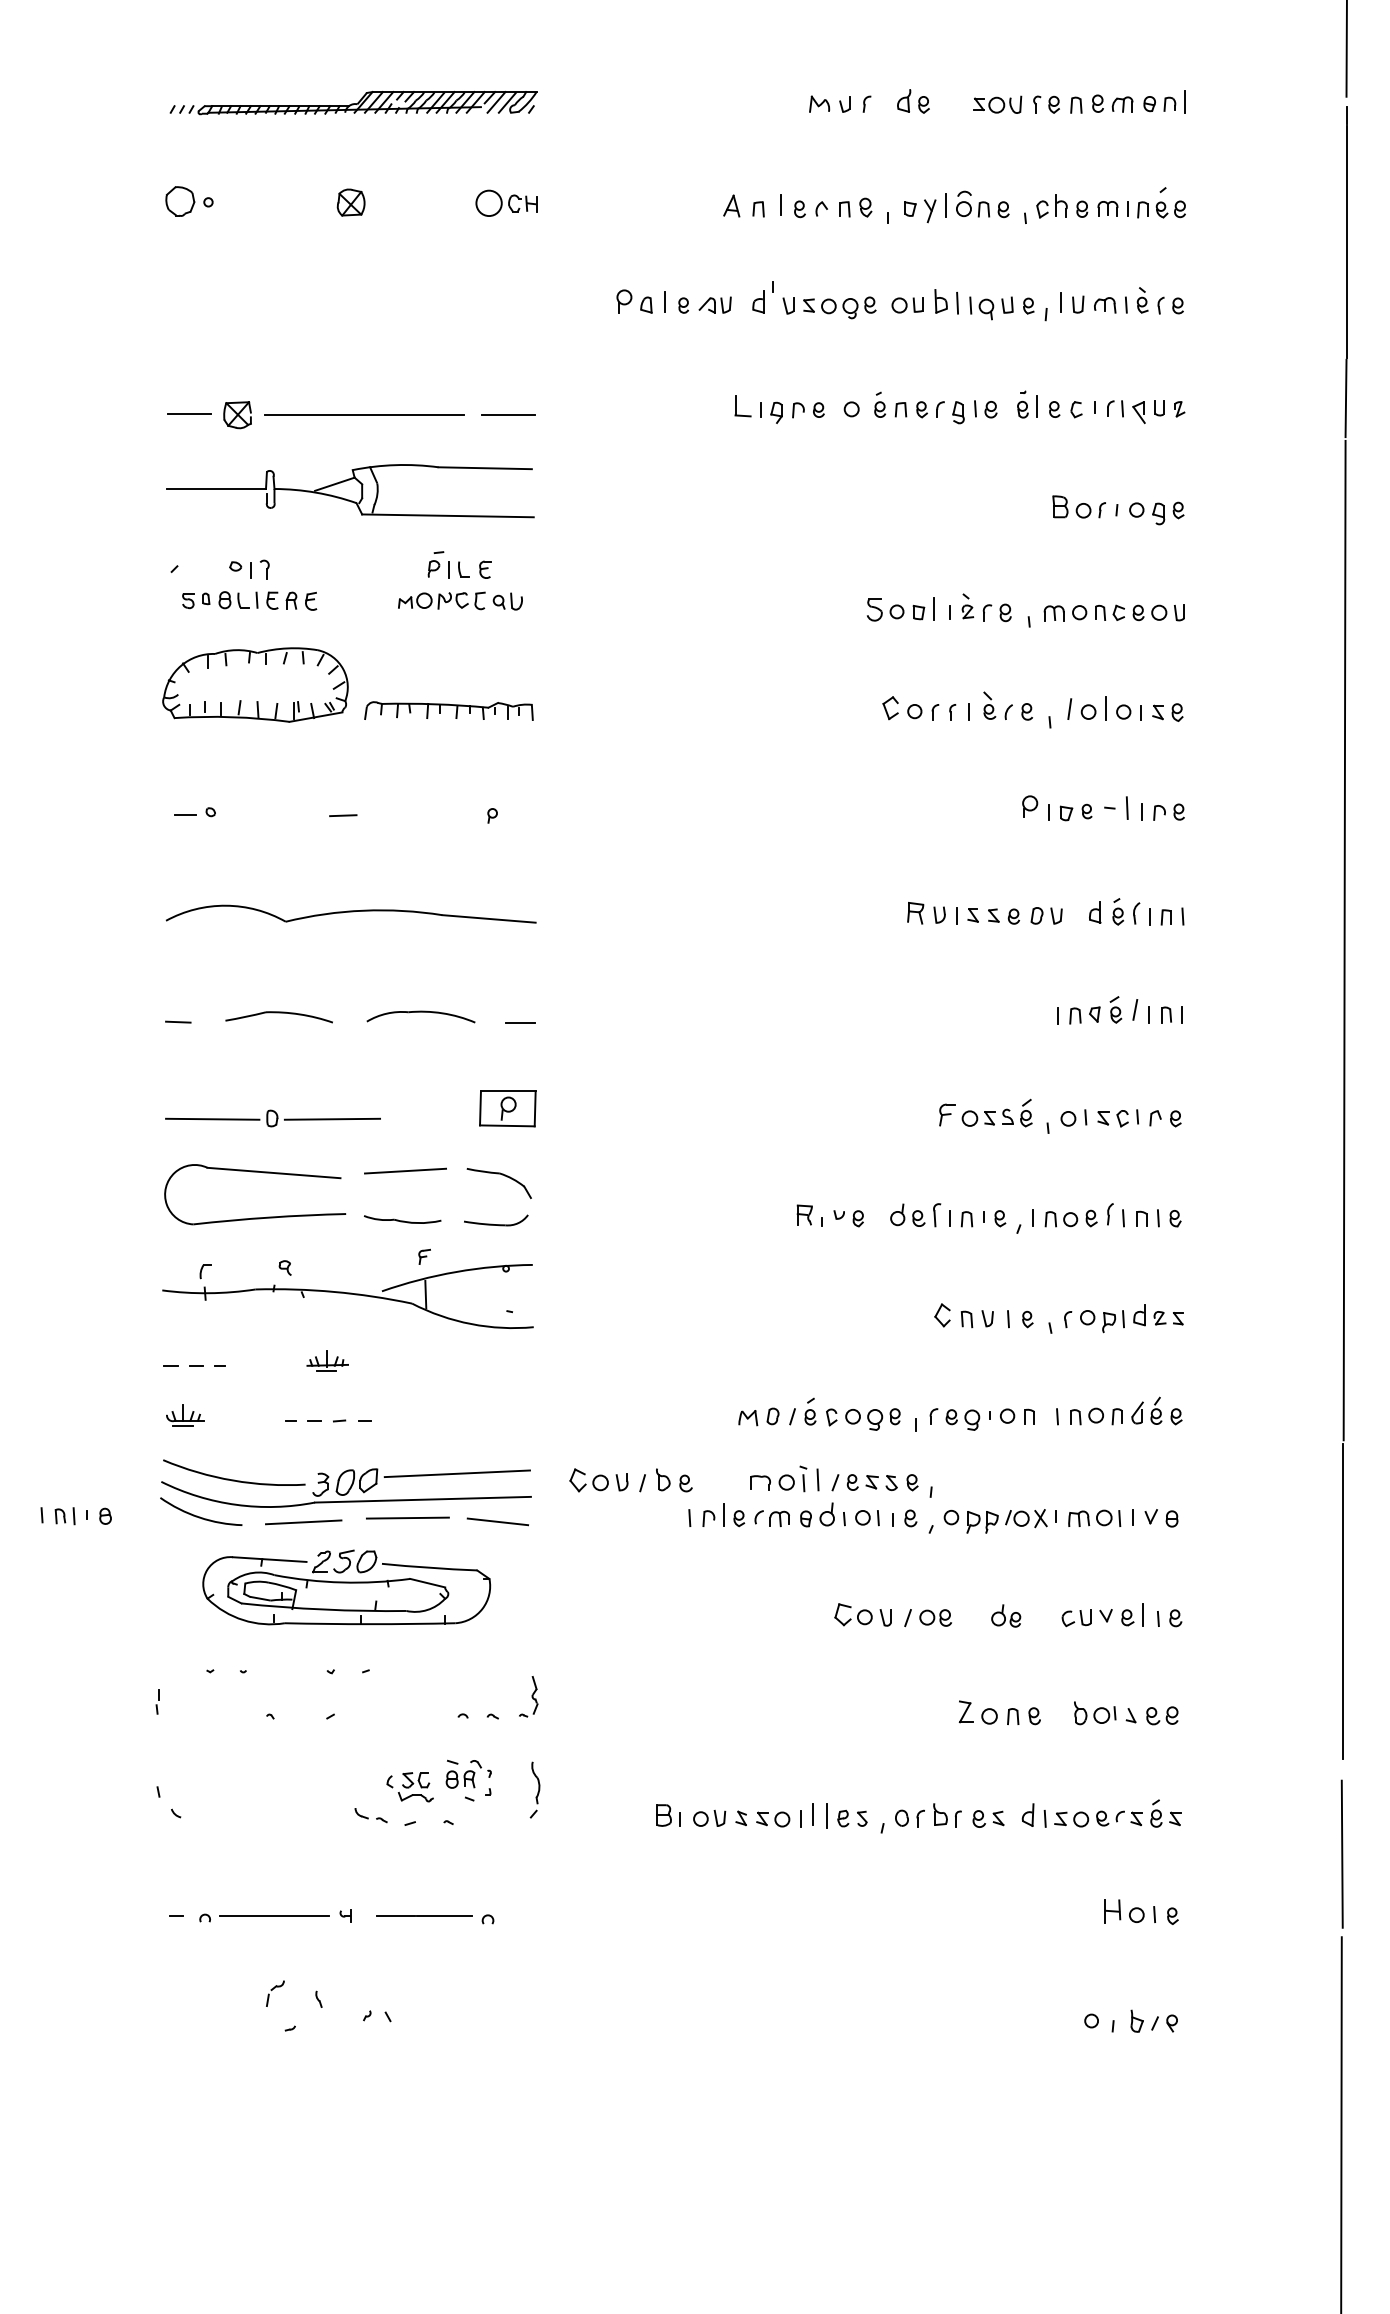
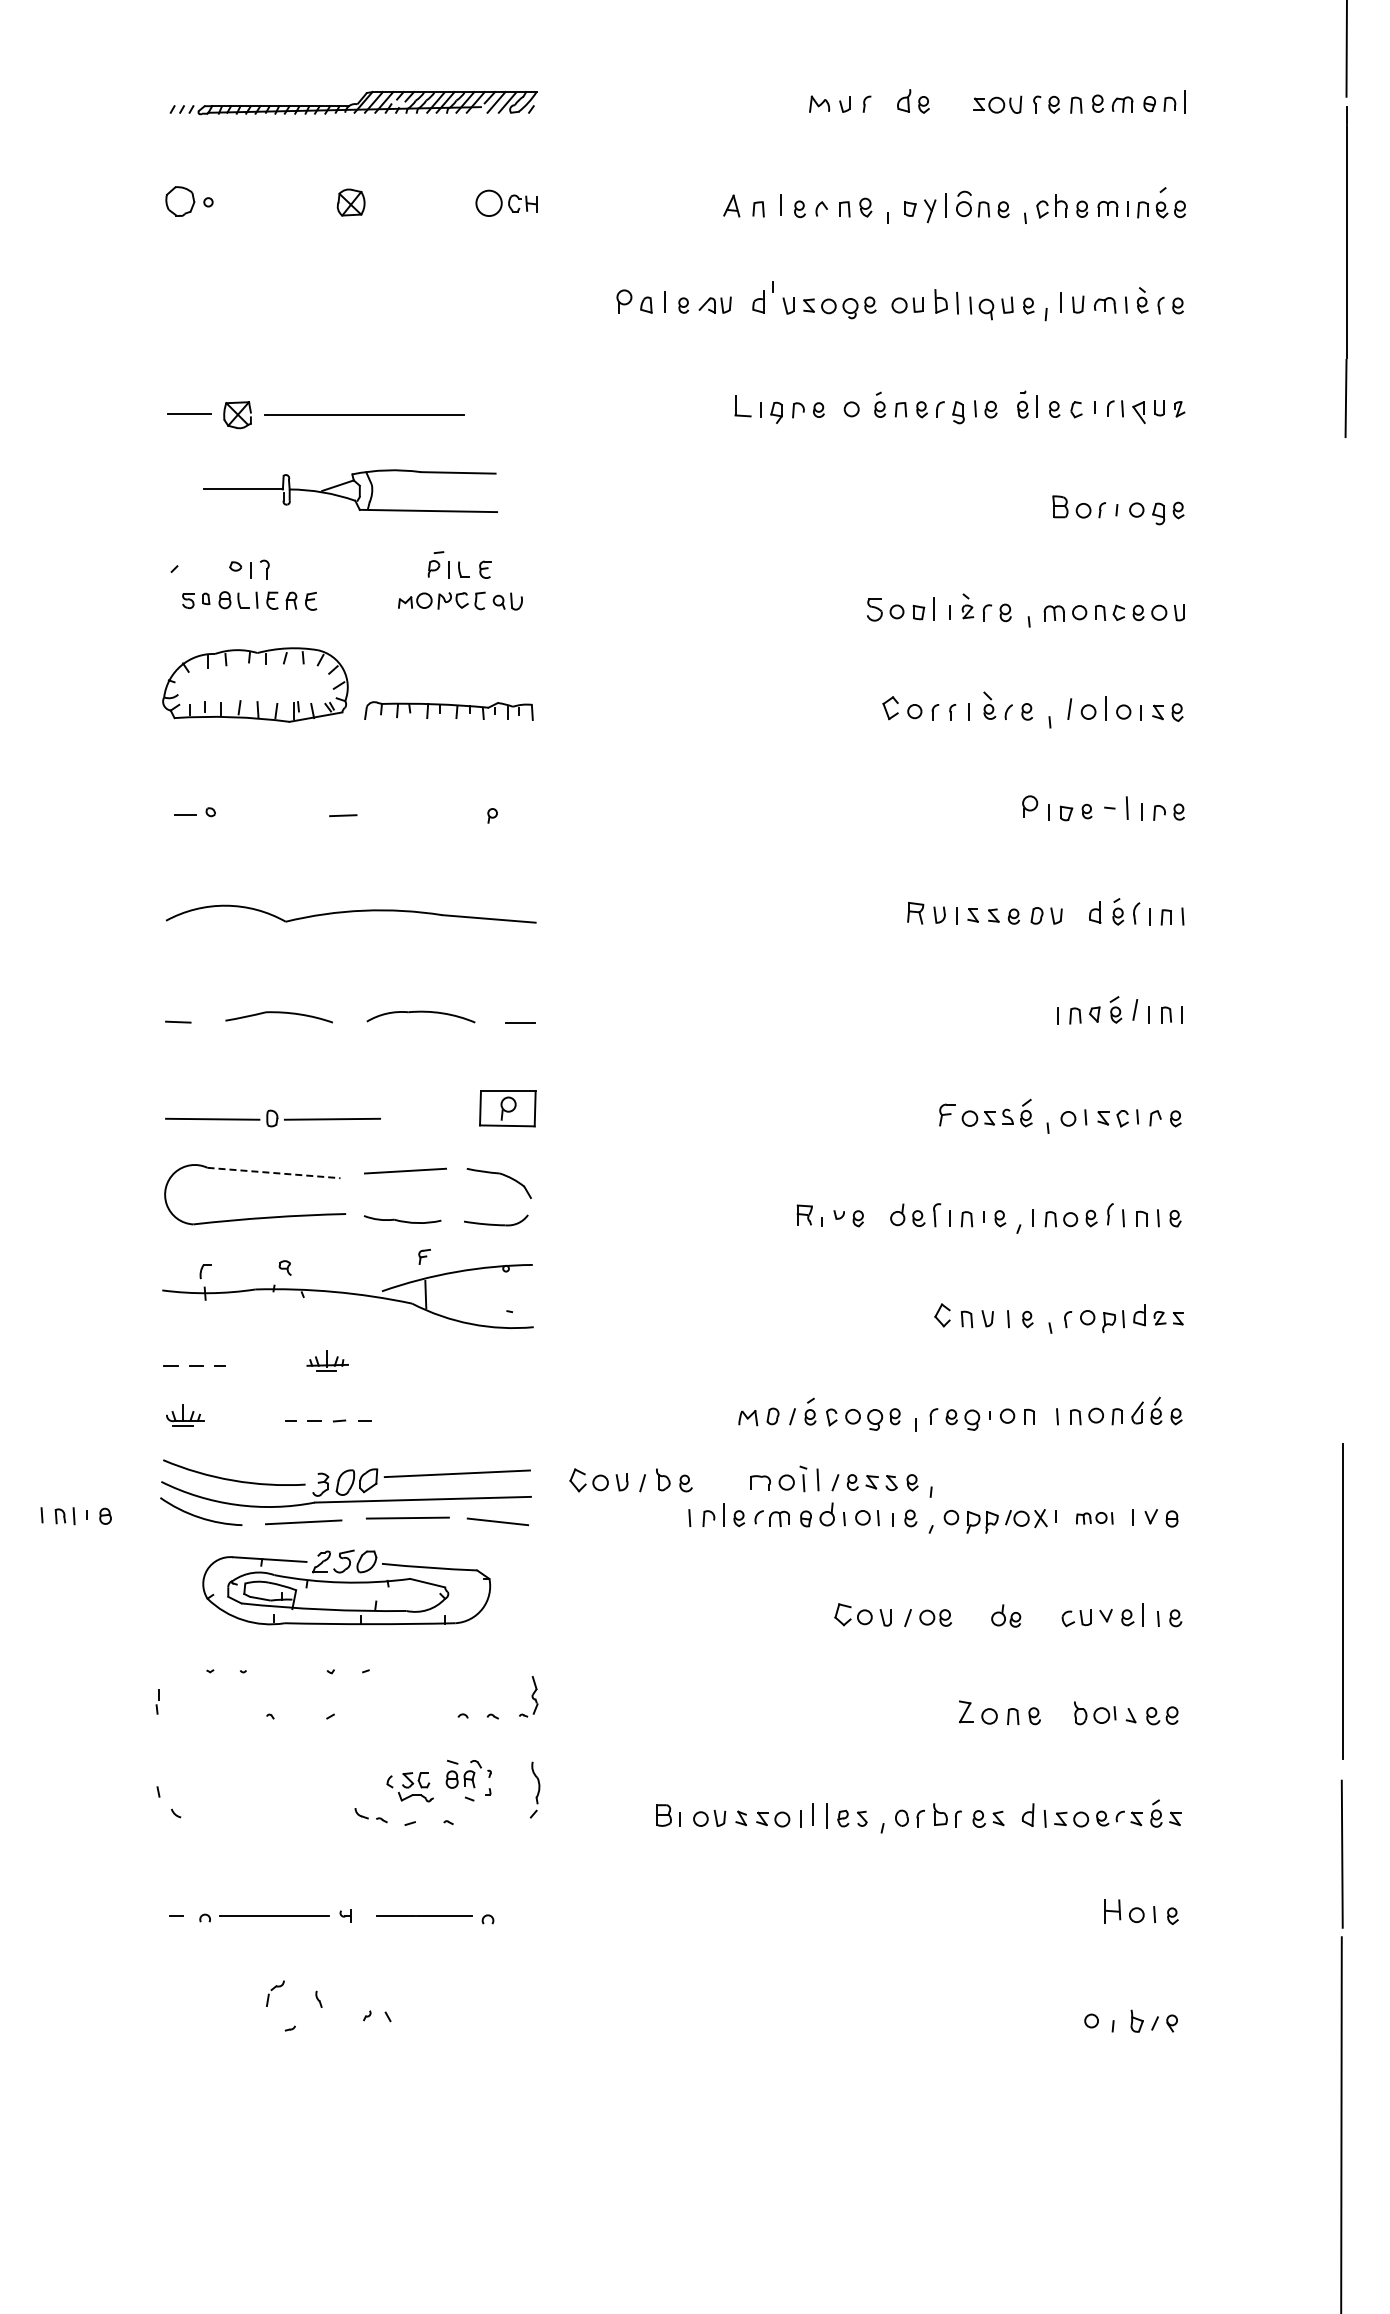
line at (507, 415): present -> none
part at (350, 491) size: 369x55 px -> 295x44 px
line at (1344, 940): present -> none
line at (274, 1173): solid -> dashed
part at (1094, 1517) size: 54x18 px -> 38x13 px
